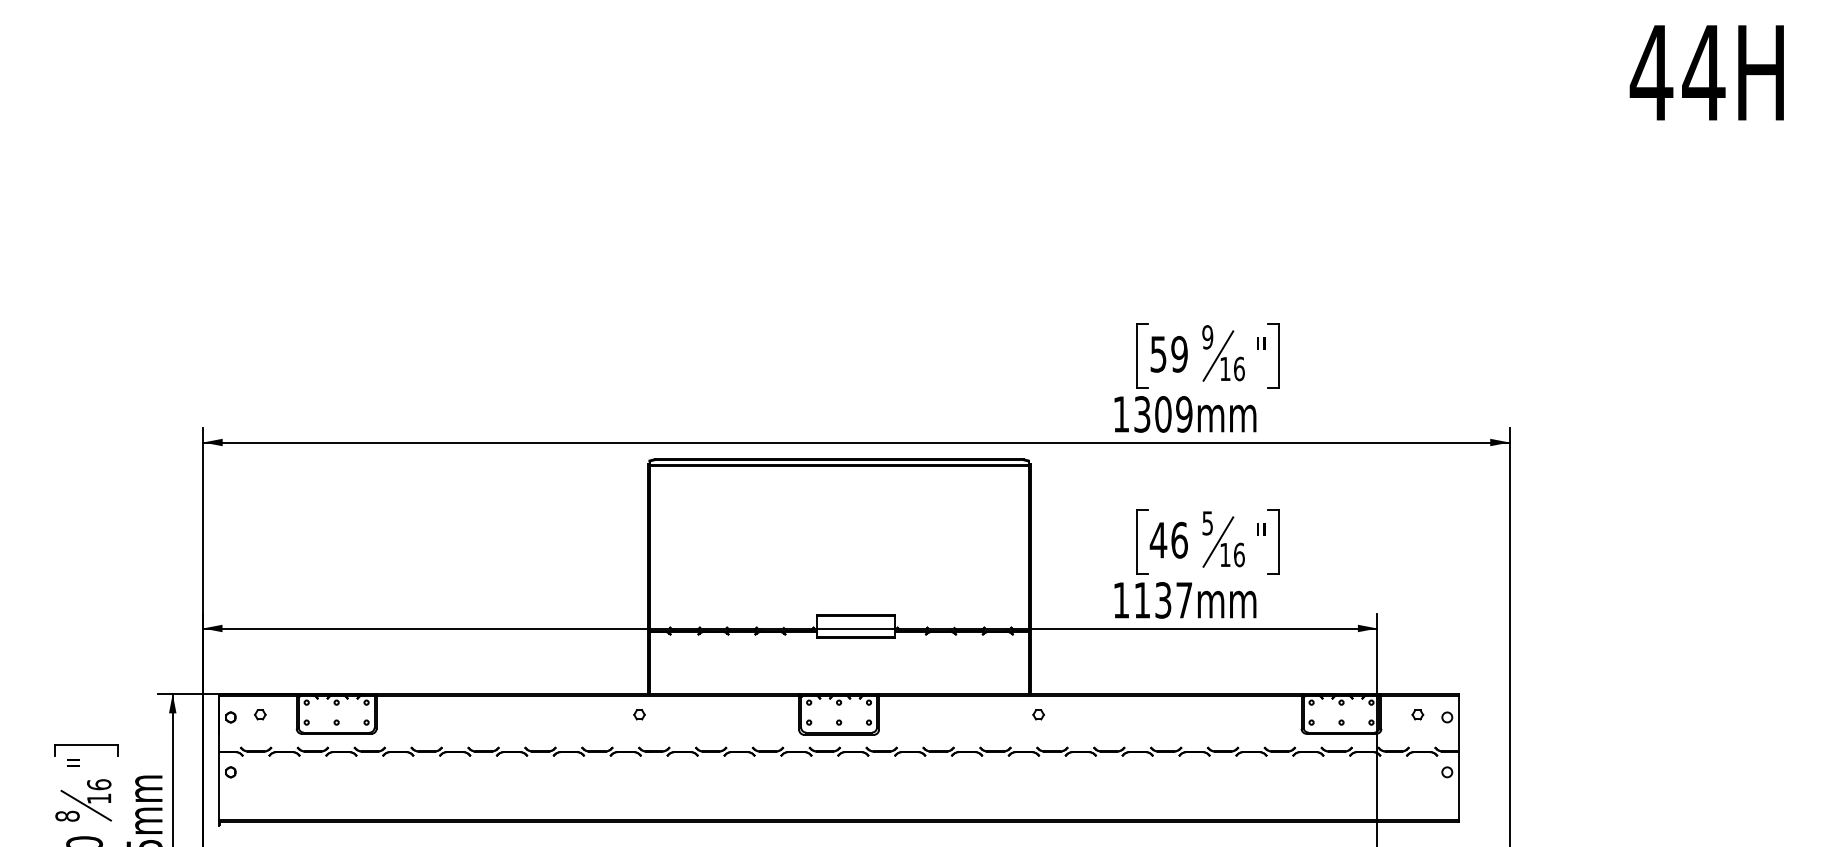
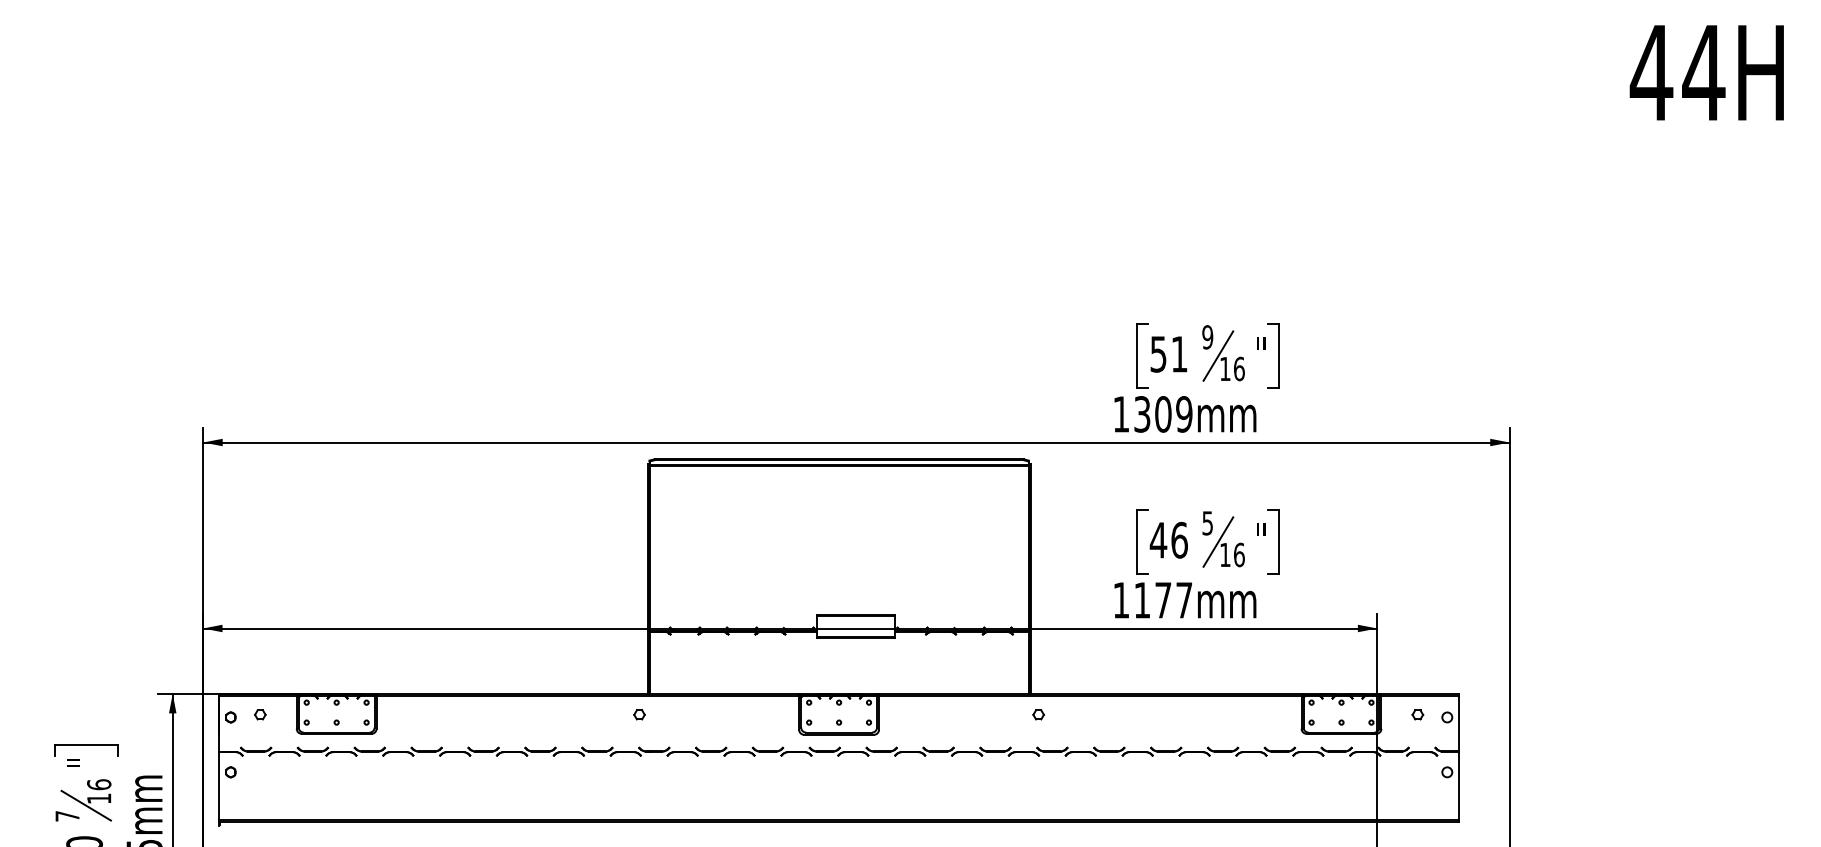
text at (1179, 354): 59 -> 51
text at (1163, 600): 1137mm -> 1177mm
text at (67, 815): 8 -> 7
